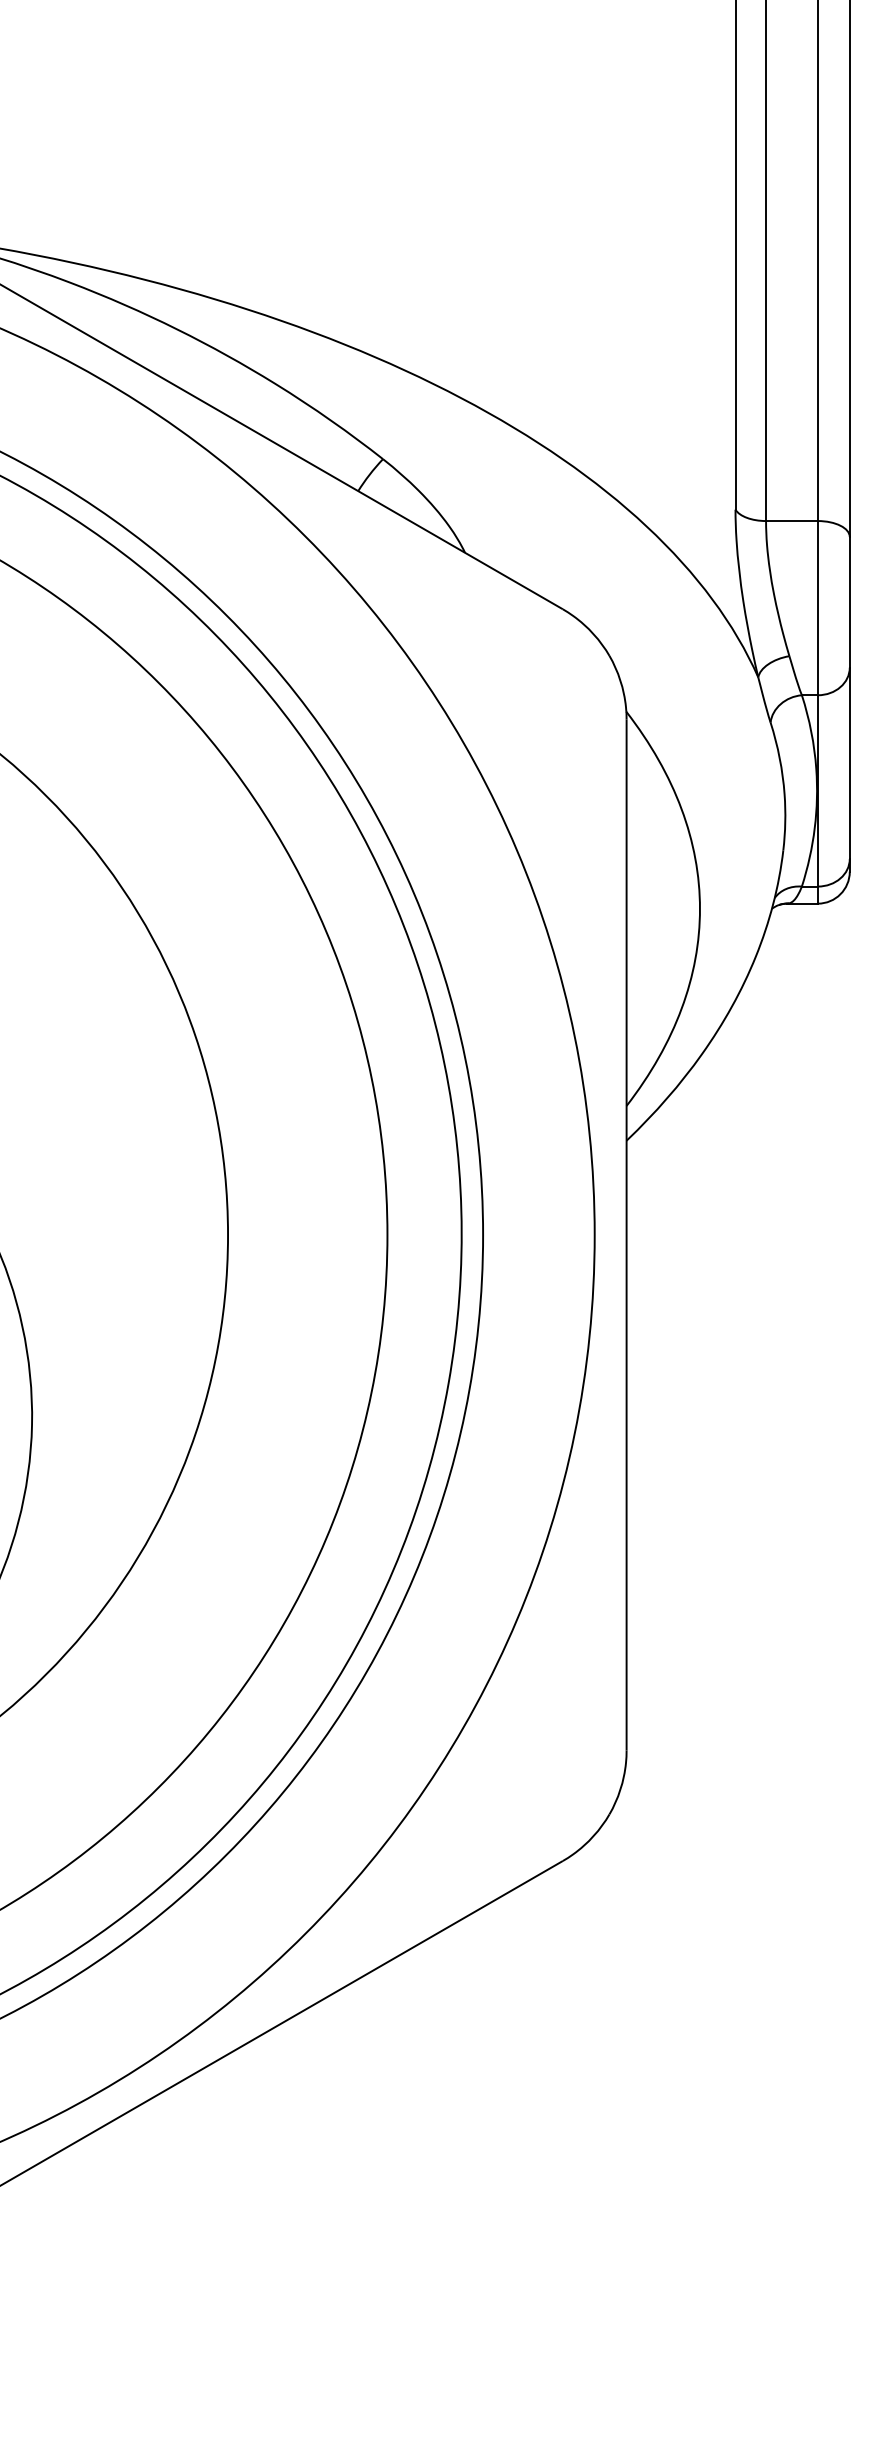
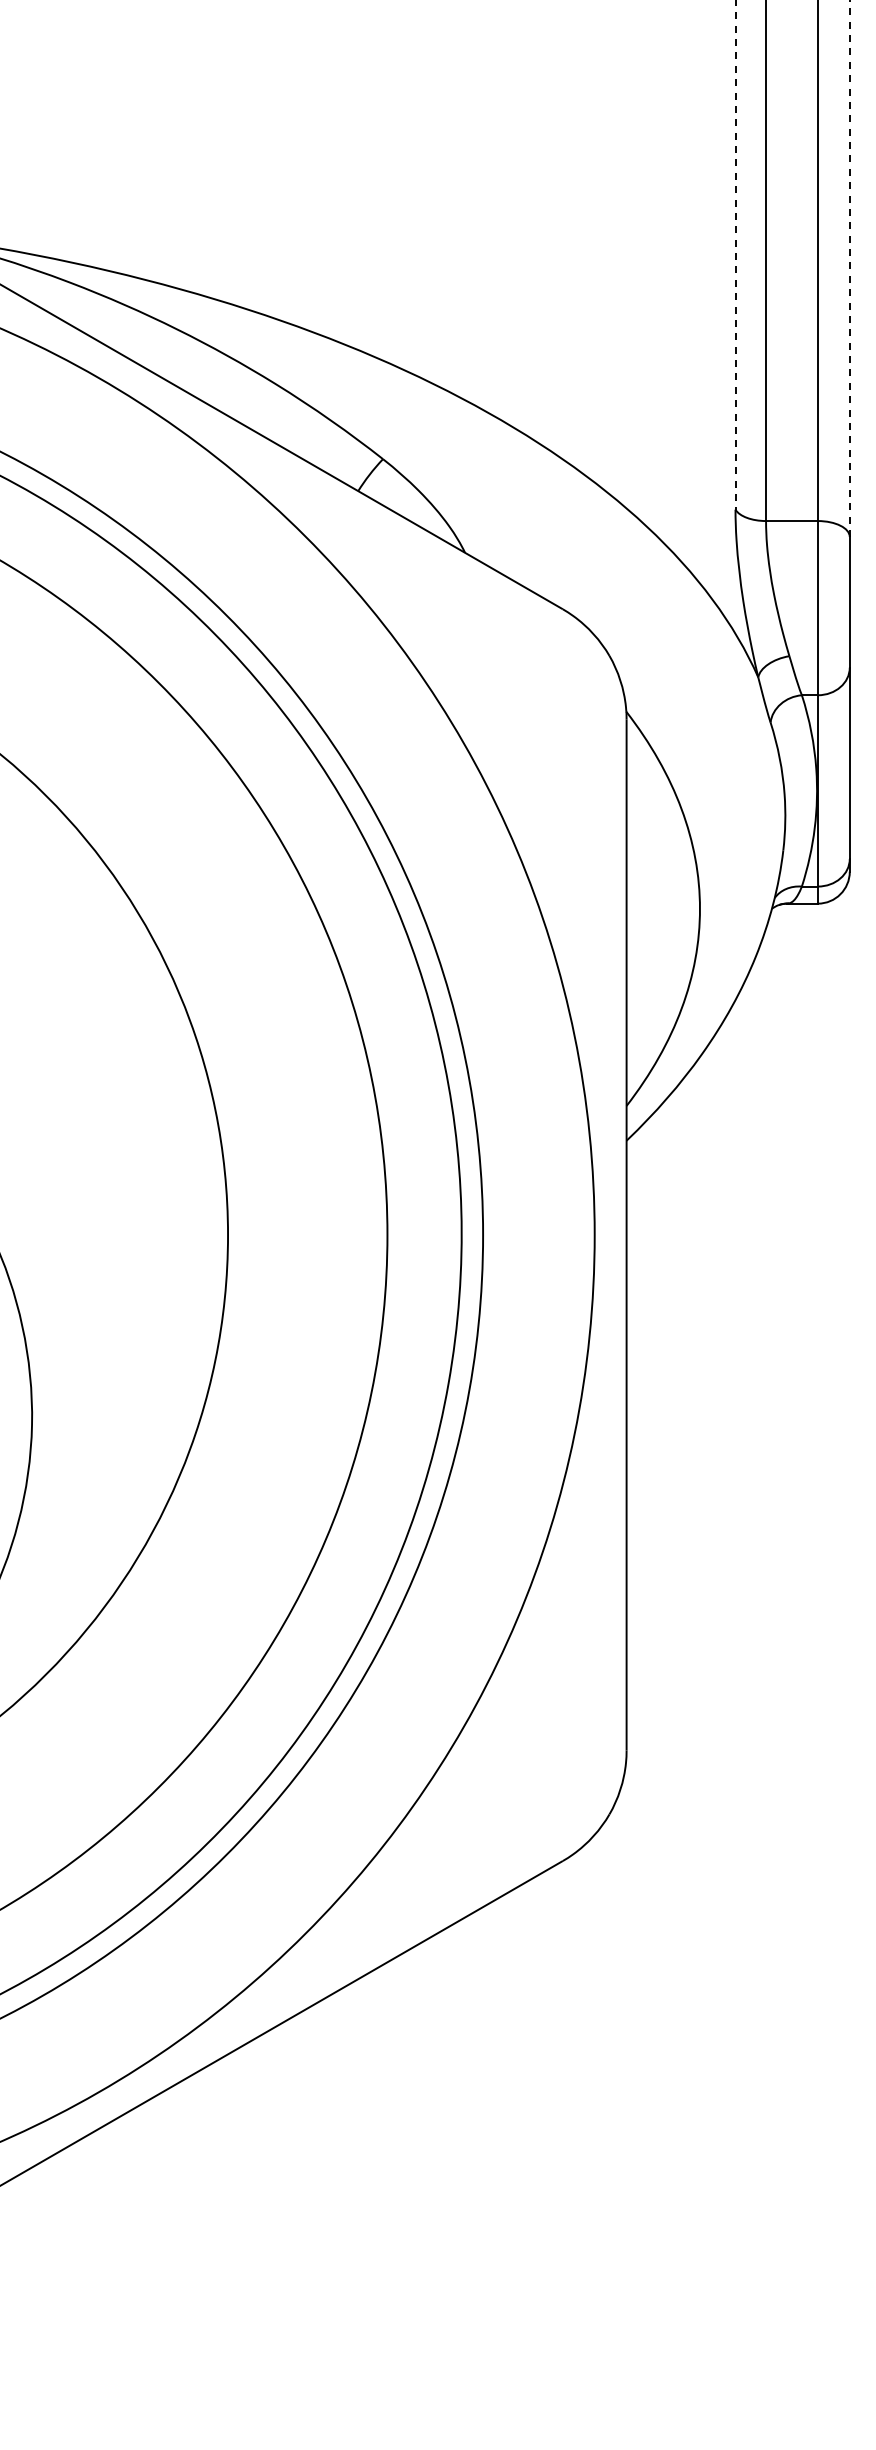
line at (735, 255): solid -> dashed
line at (849, 268): solid -> dashed
